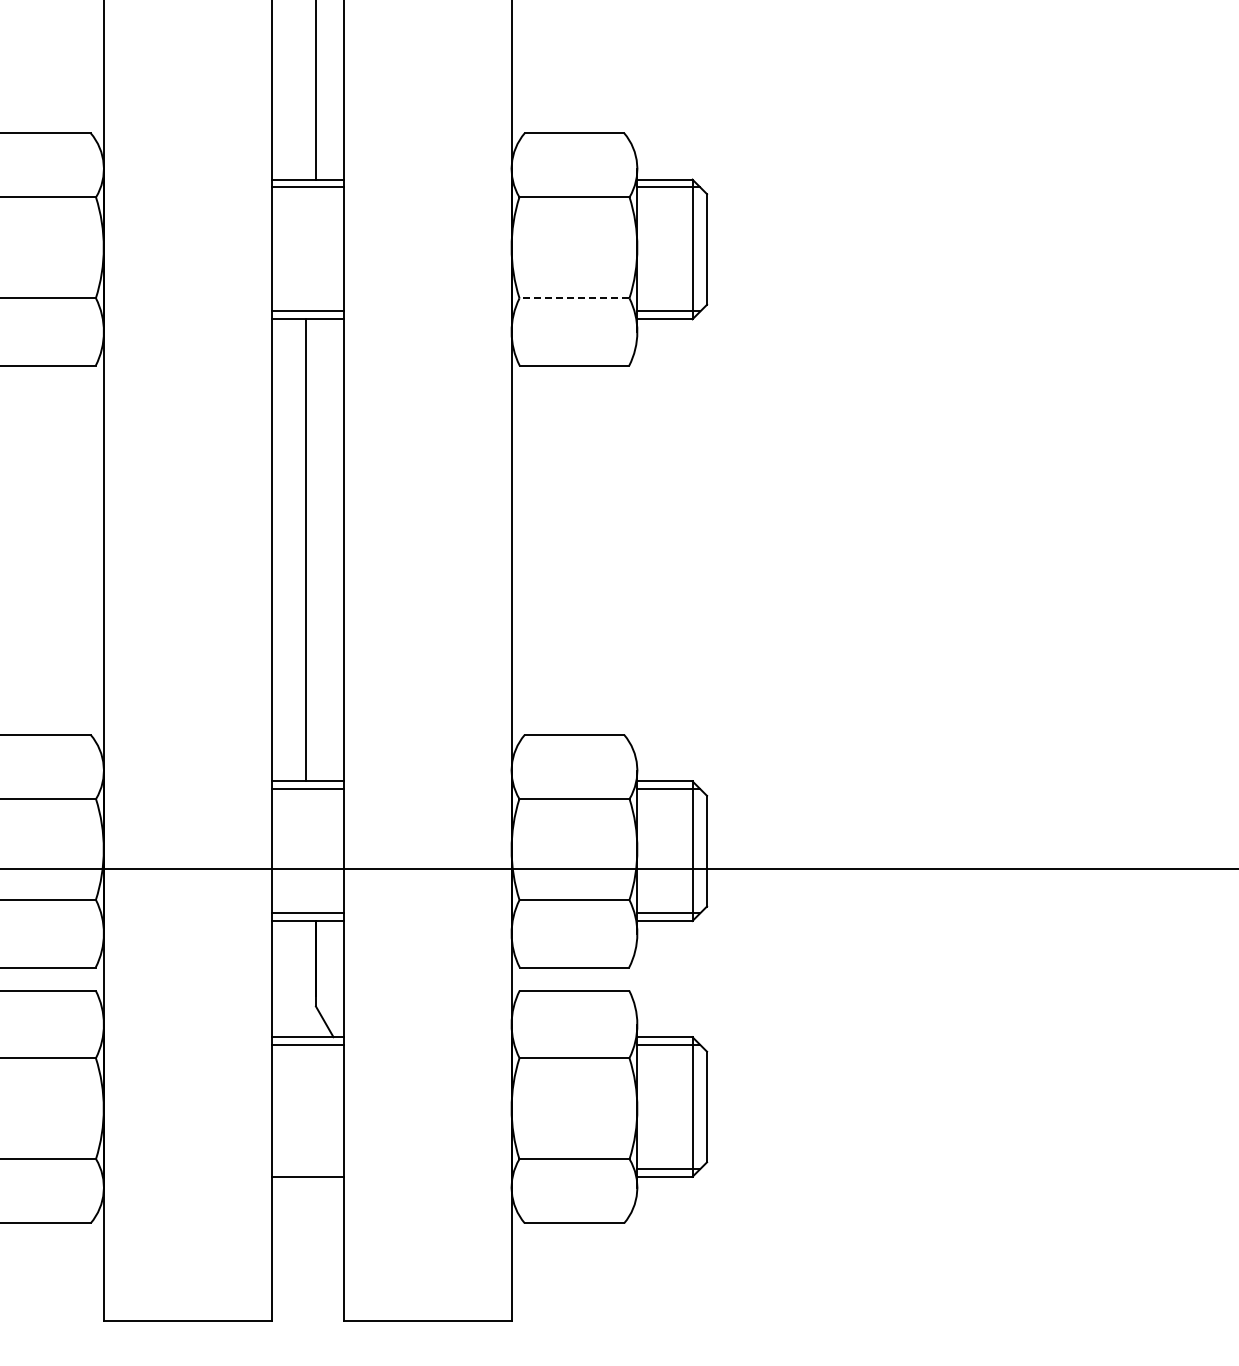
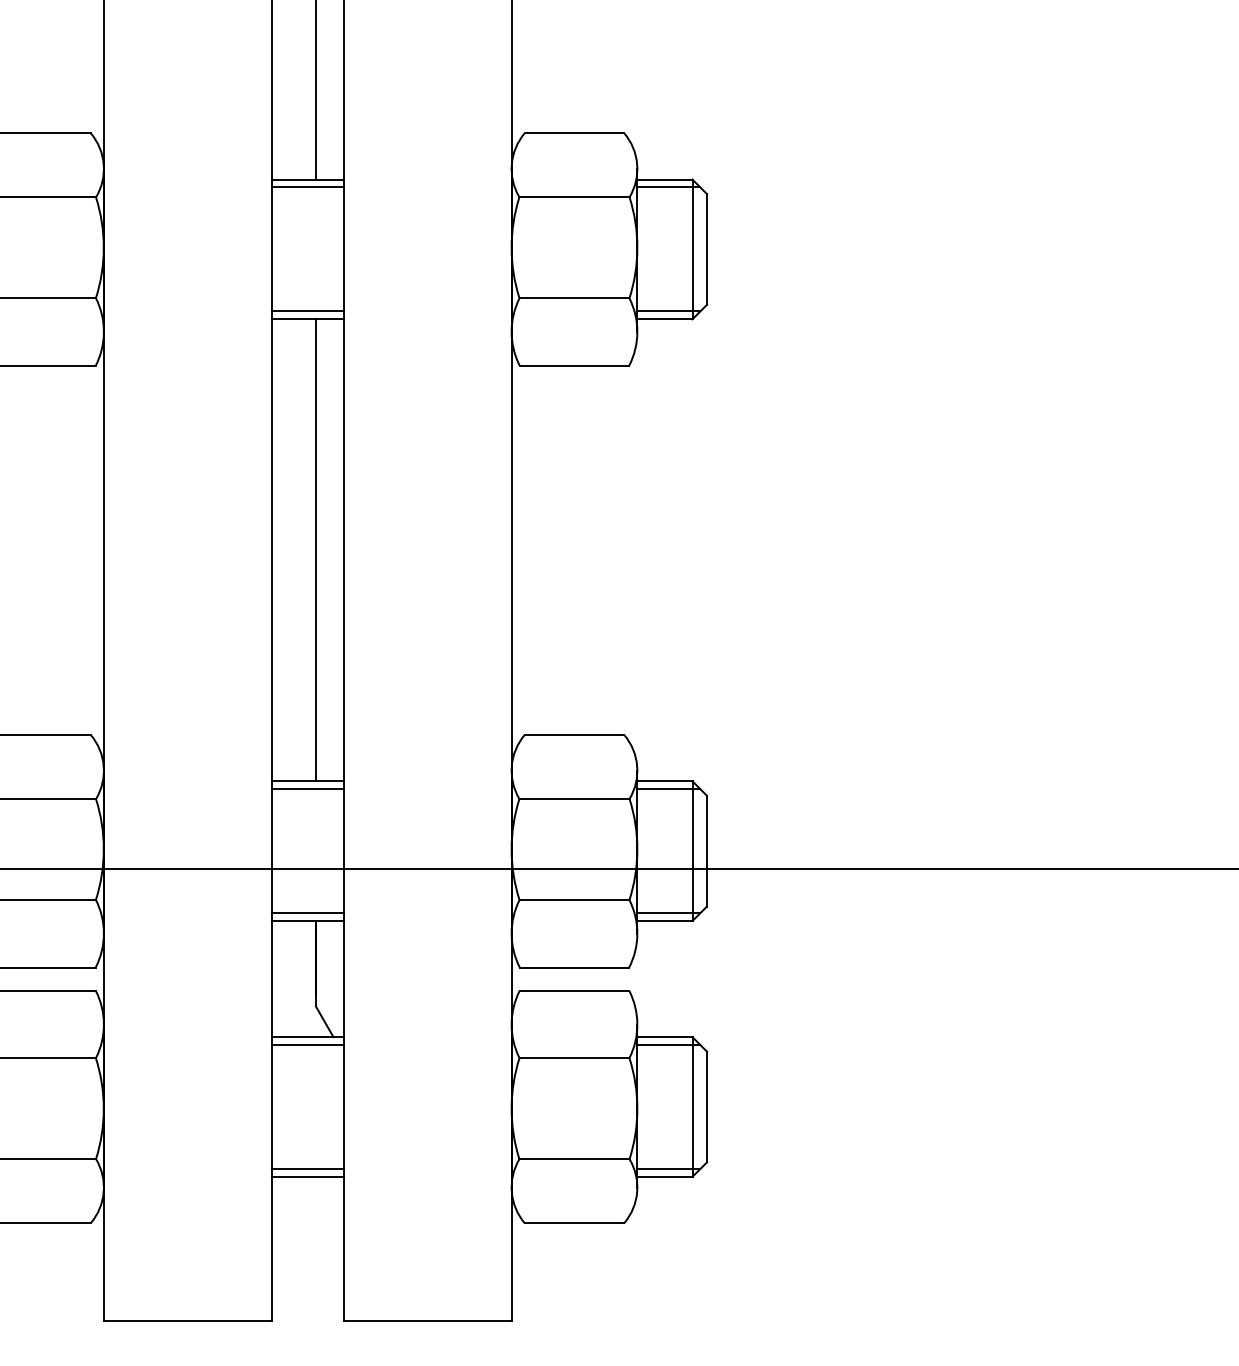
line at (574, 298): dashed -> solid
line at (305, 550) position: (305, 550) -> (315, 550)
line at (307, 1169): none -> present
